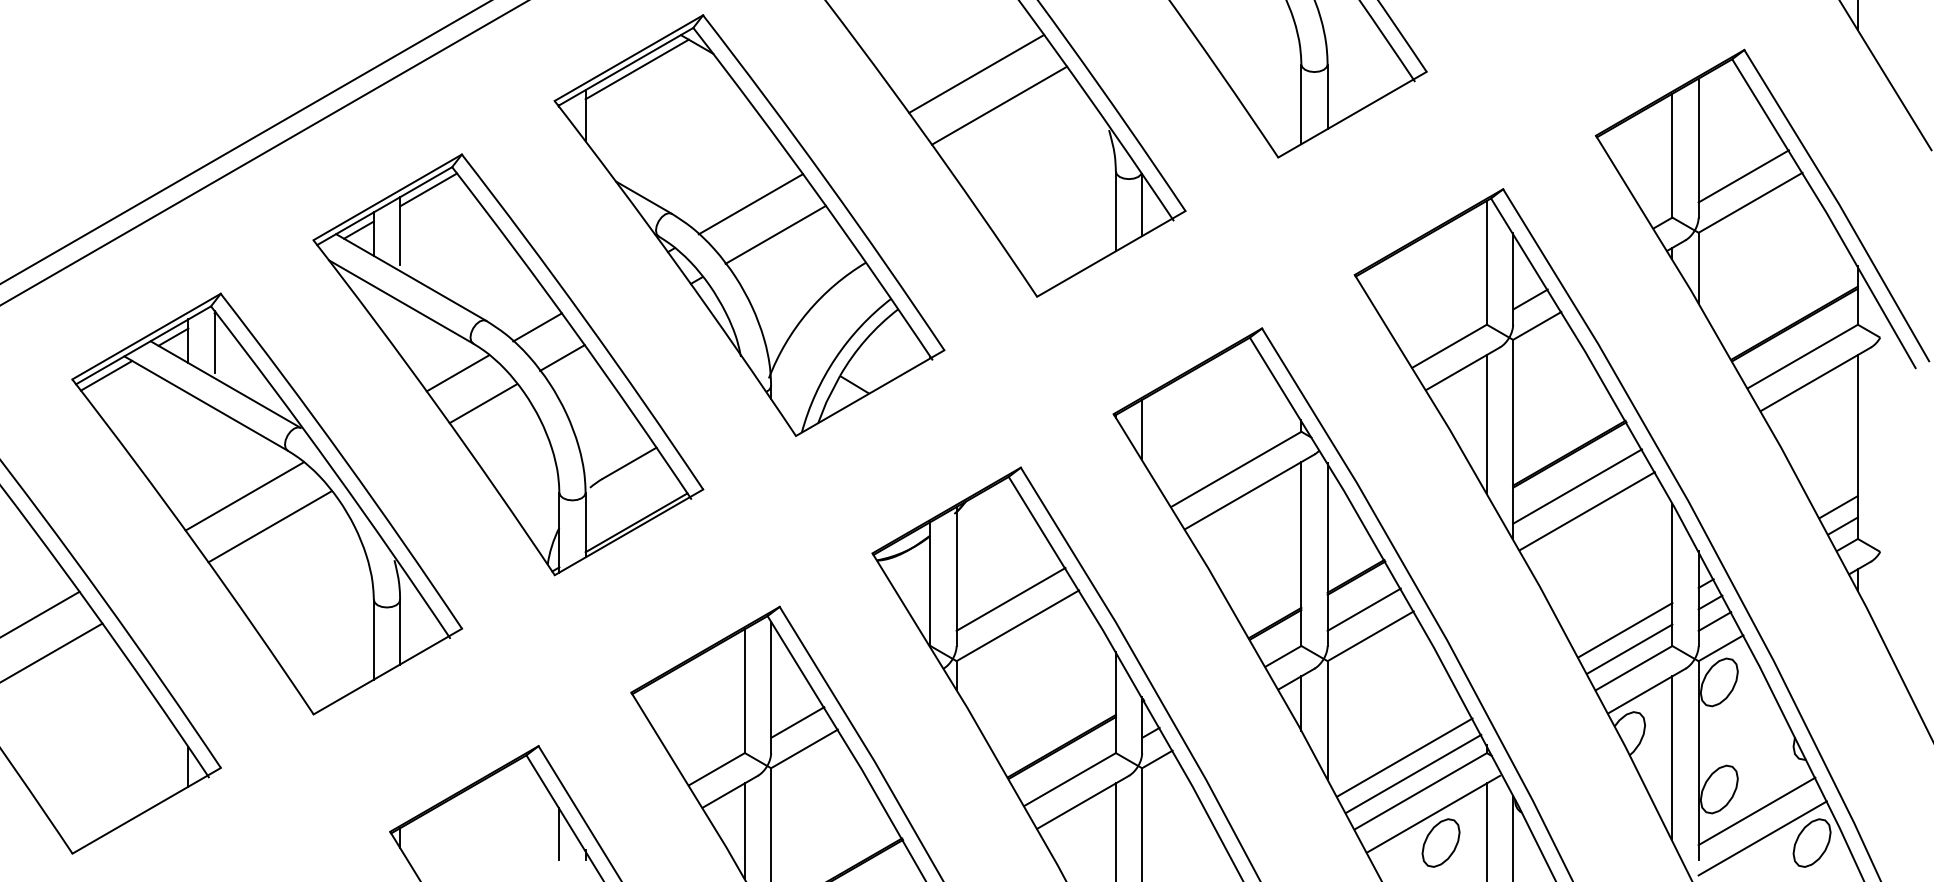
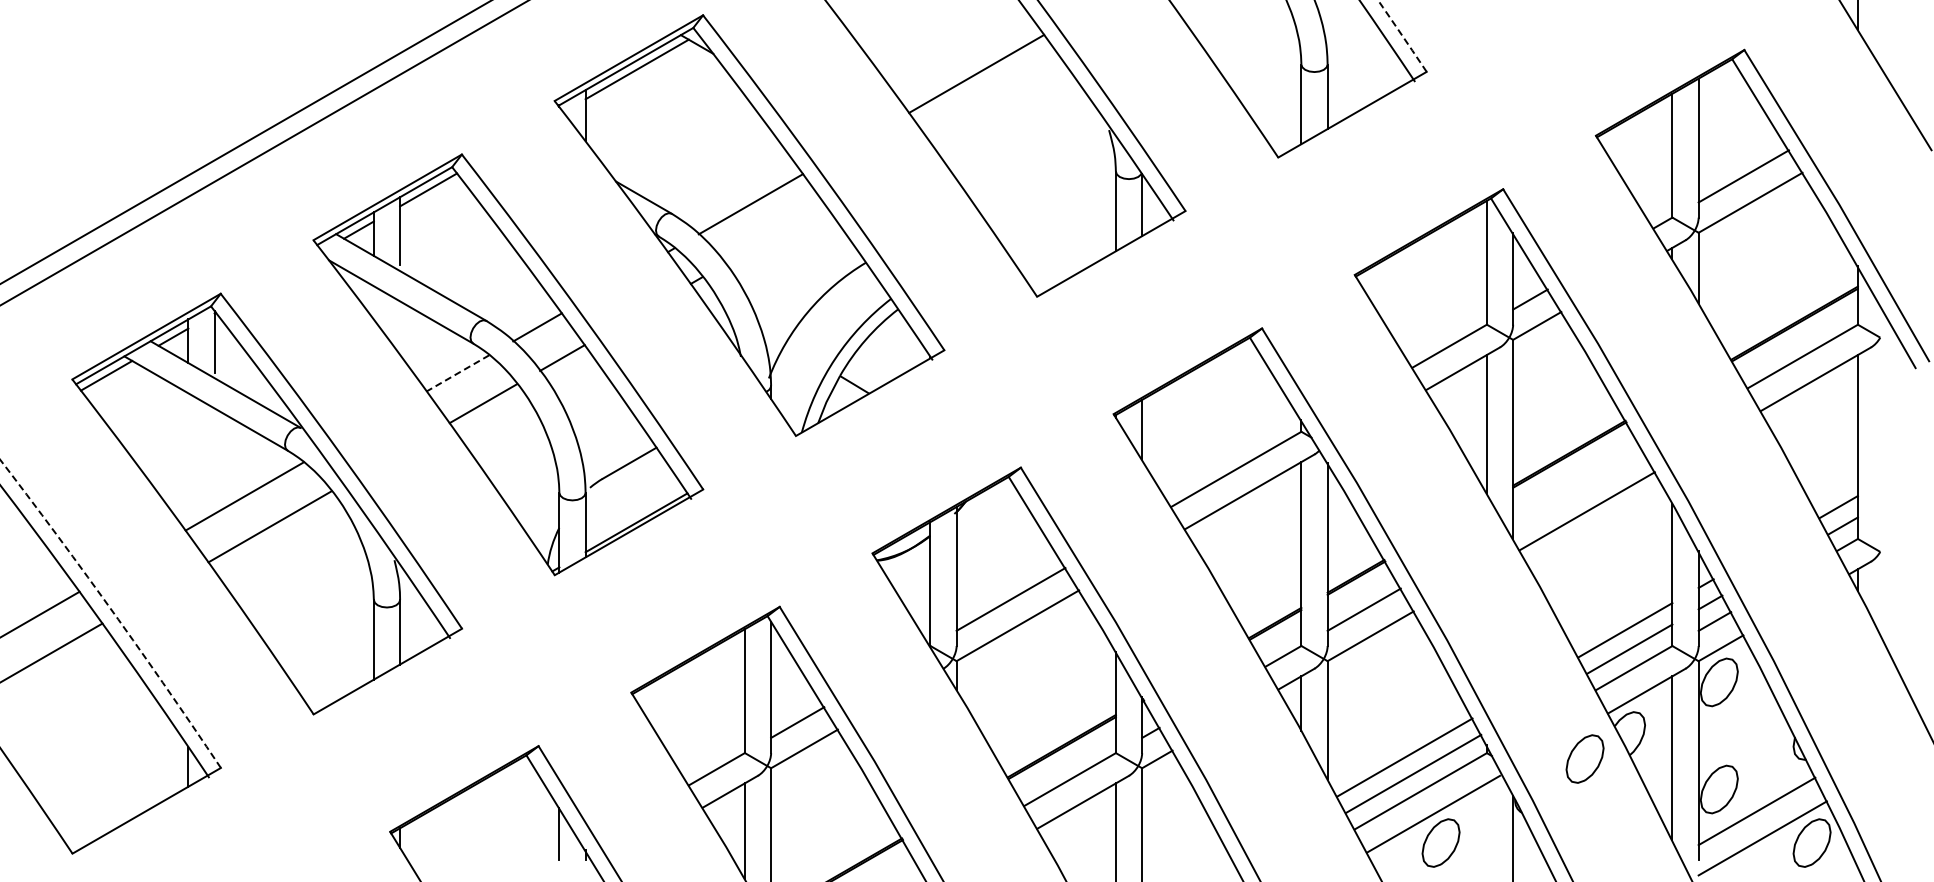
arc at (1402, 35): solid -> dashed
line at (999, 105): present -> none
line at (775, 234): present -> none
line at (457, 373): solid -> dashed
line at (1577, 486): present -> none
arc at (112, 611): solid -> dashed
part at (1584, 758): none -> present
line at (1486, 830): present -> none
